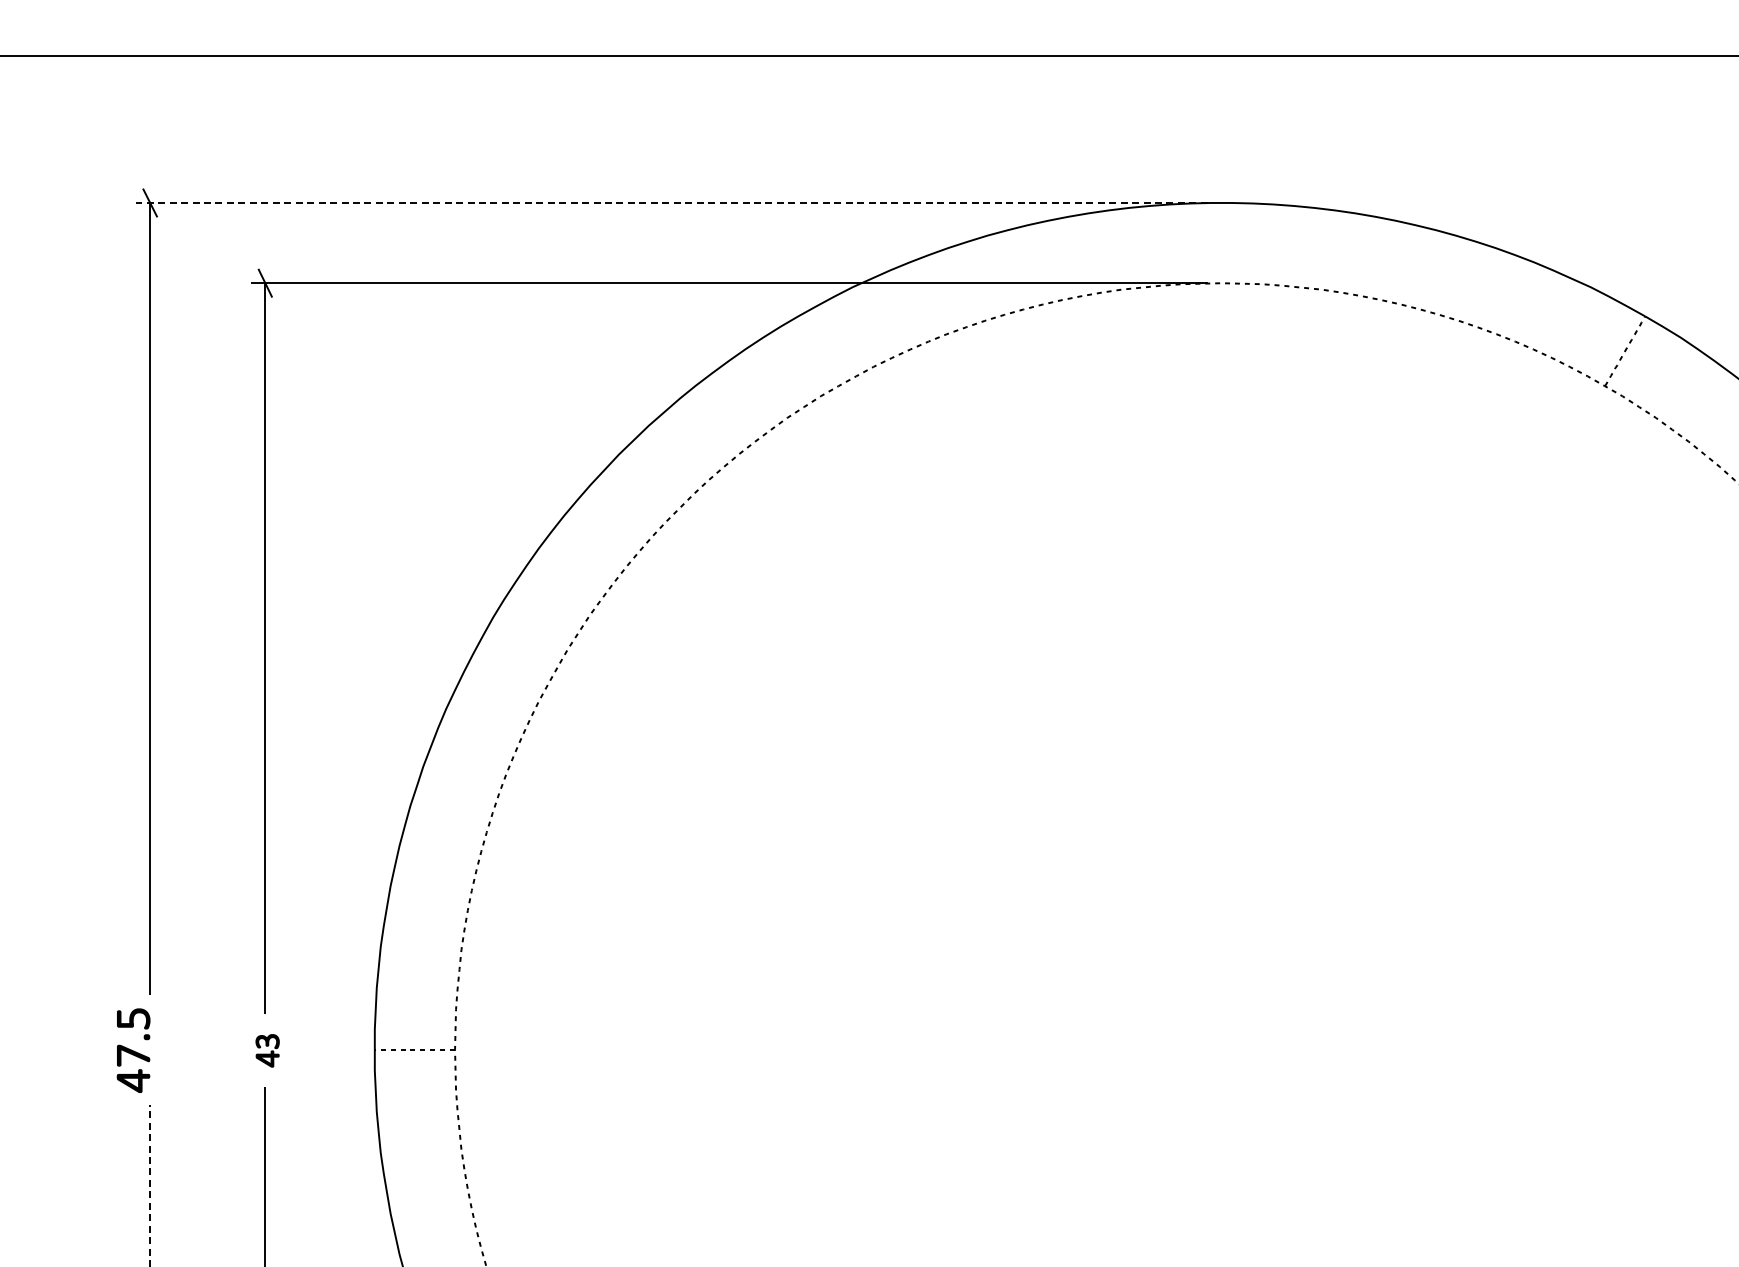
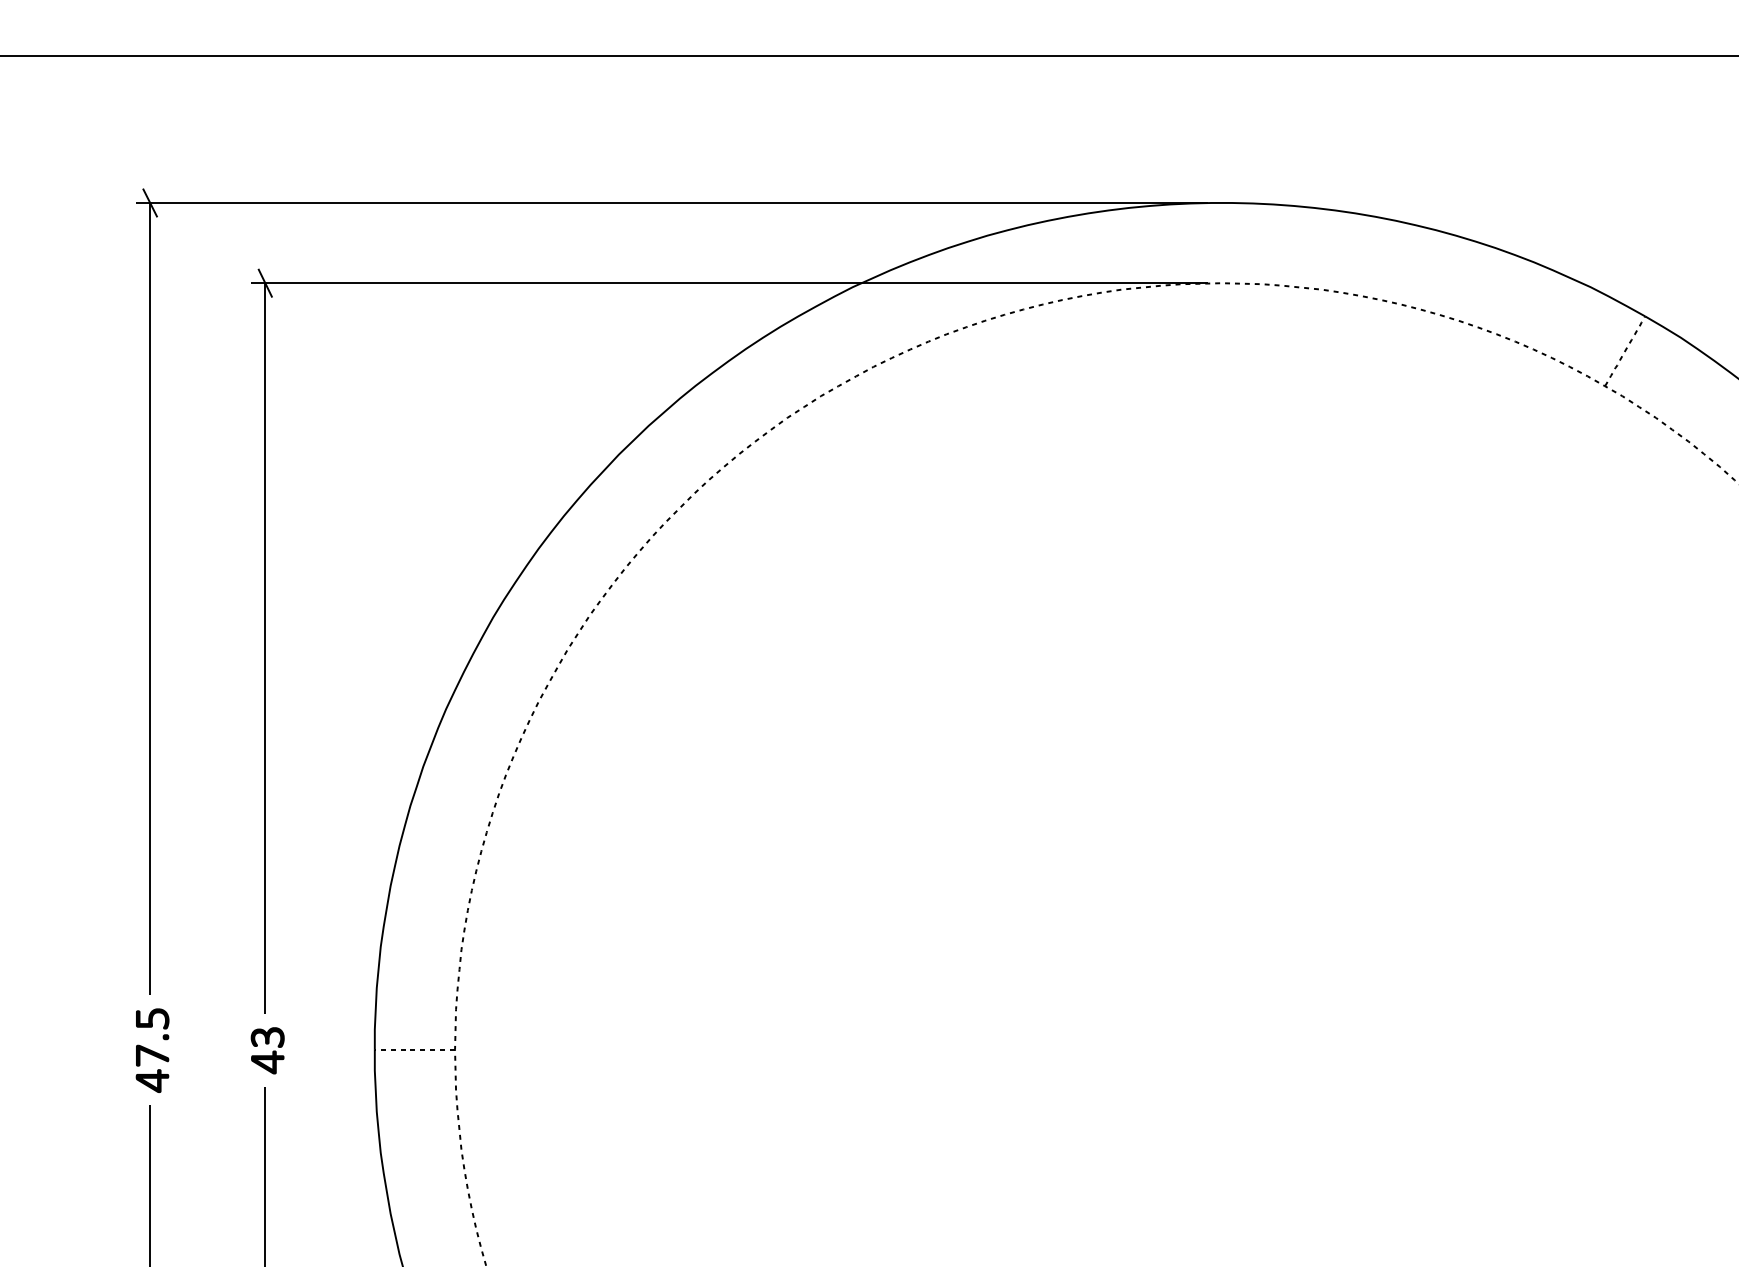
line at (671, 202): dashed -> solid
part at (133, 1050) position: (133, 1050) -> (152, 1050)
part at (267, 1050) size: 25x34 px -> 35x48 px
line at (149, 1185): dashed -> solid
